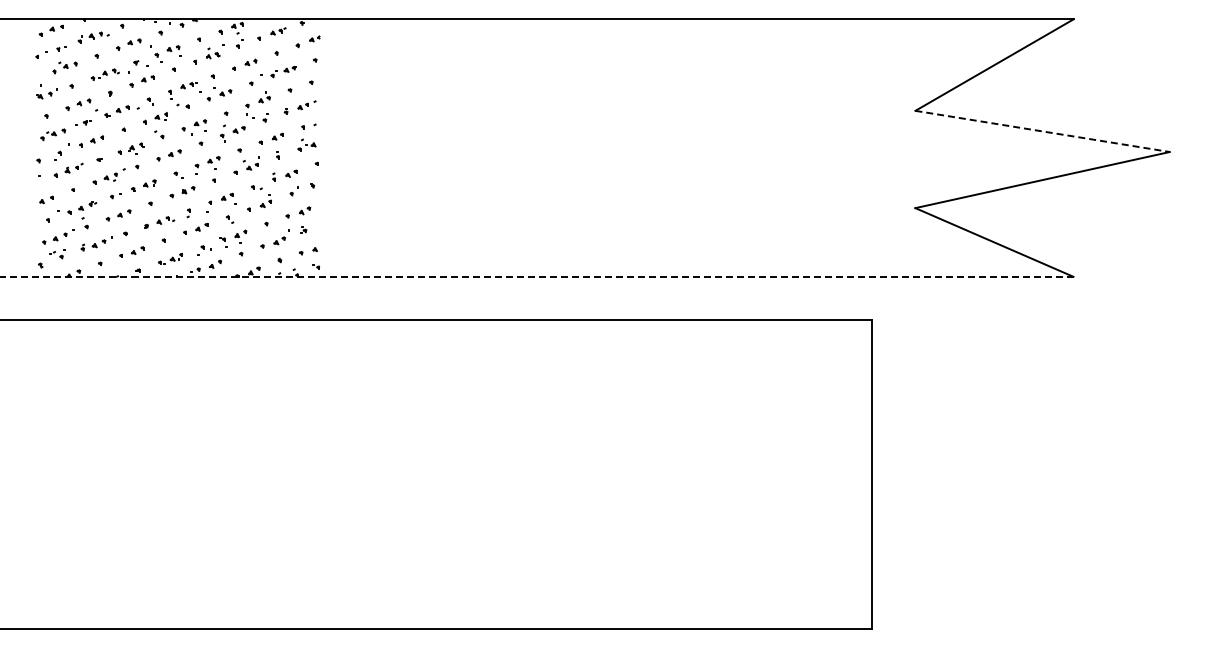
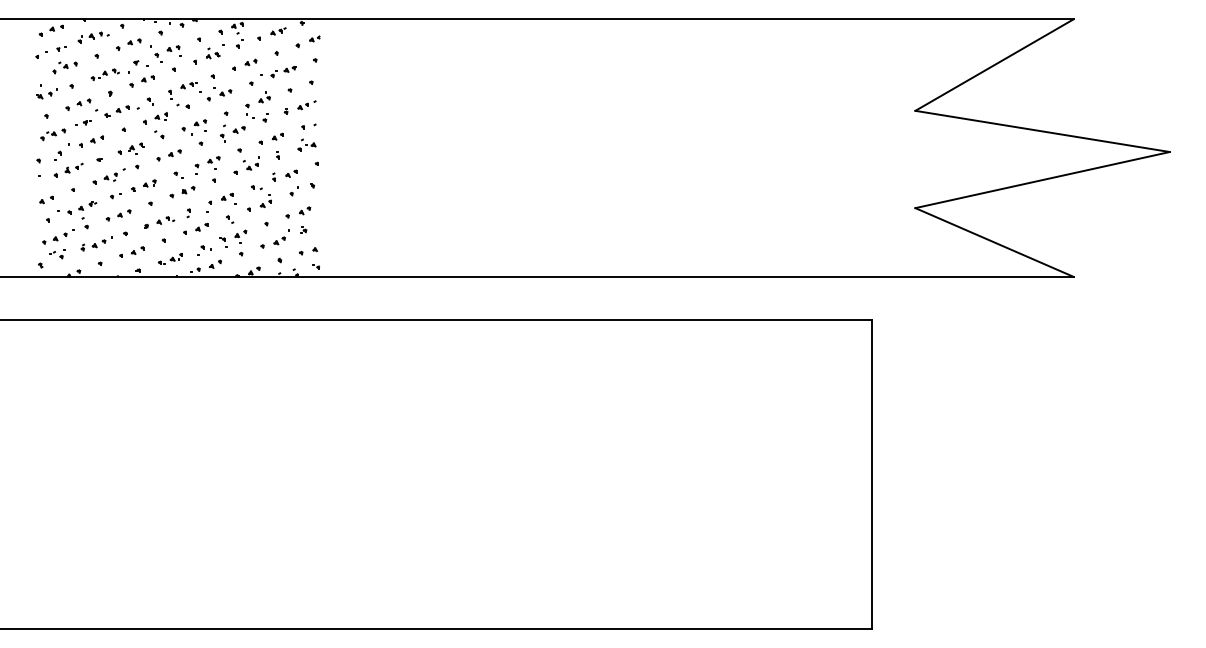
line at (1042, 131): dashed -> solid
line at (536, 276): dashed -> solid
